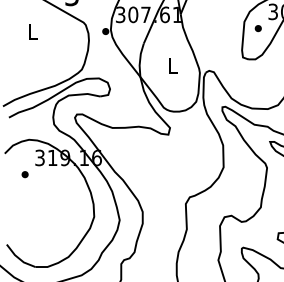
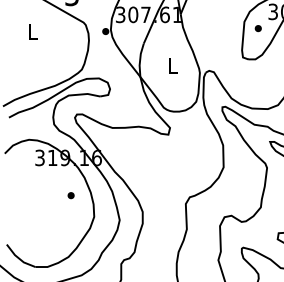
part at (24, 174) position: (24, 174) -> (70, 195)
